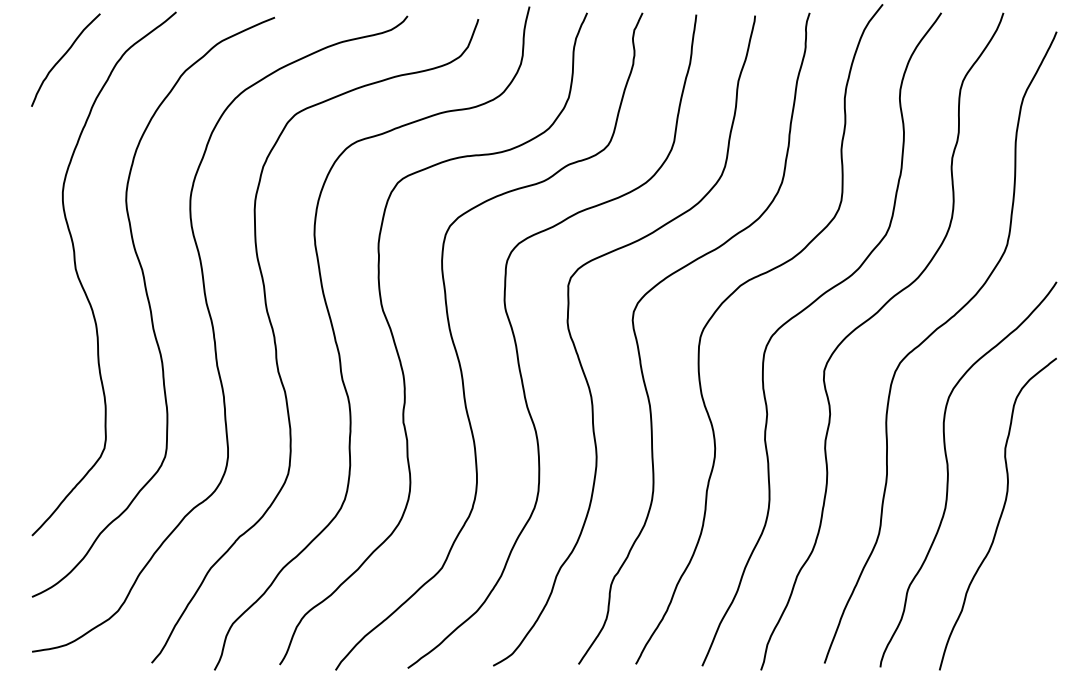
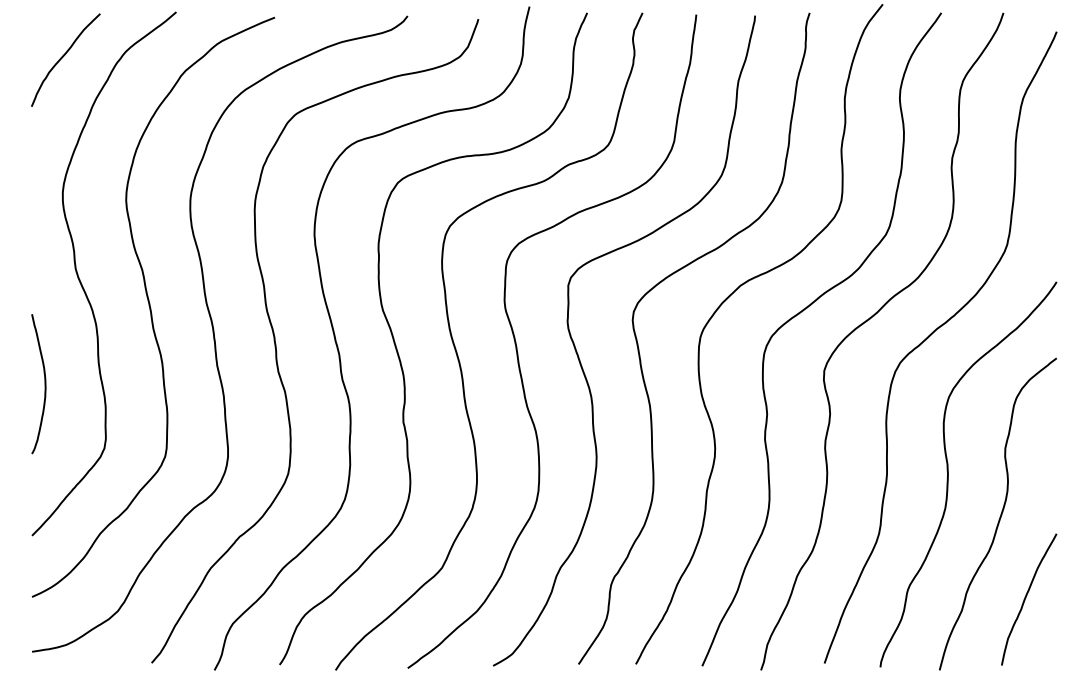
curve at (44, 384): none -> present
curve at (1026, 598): none -> present
